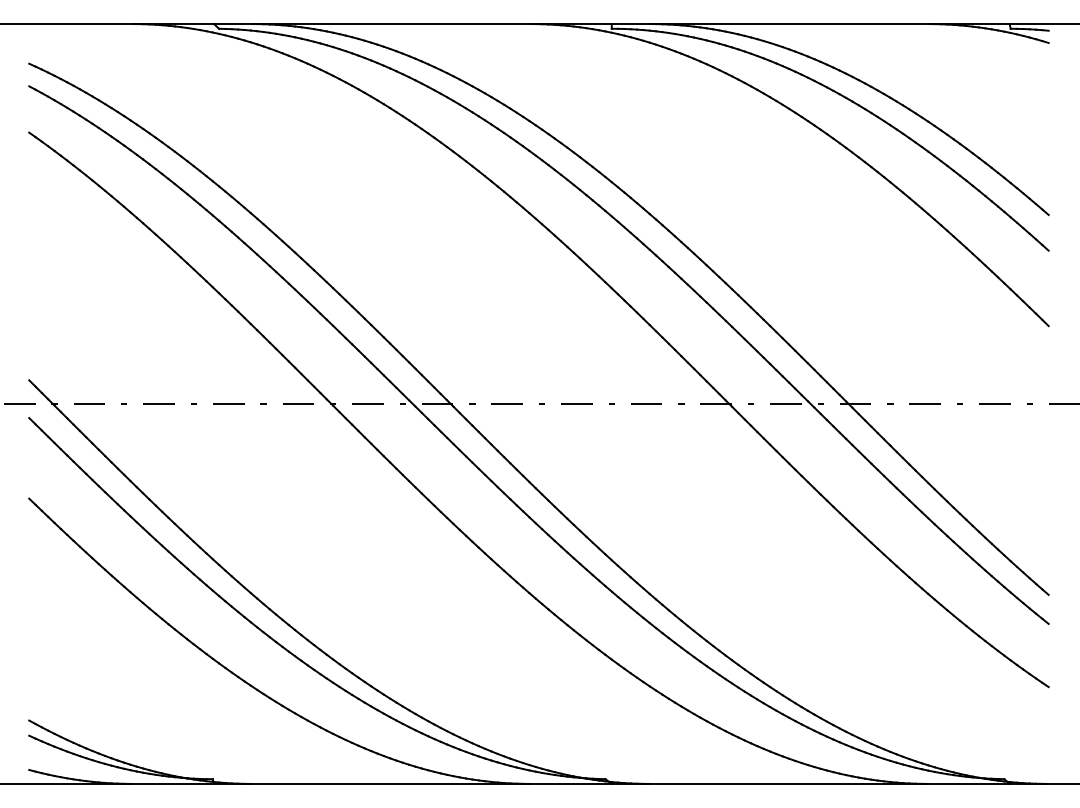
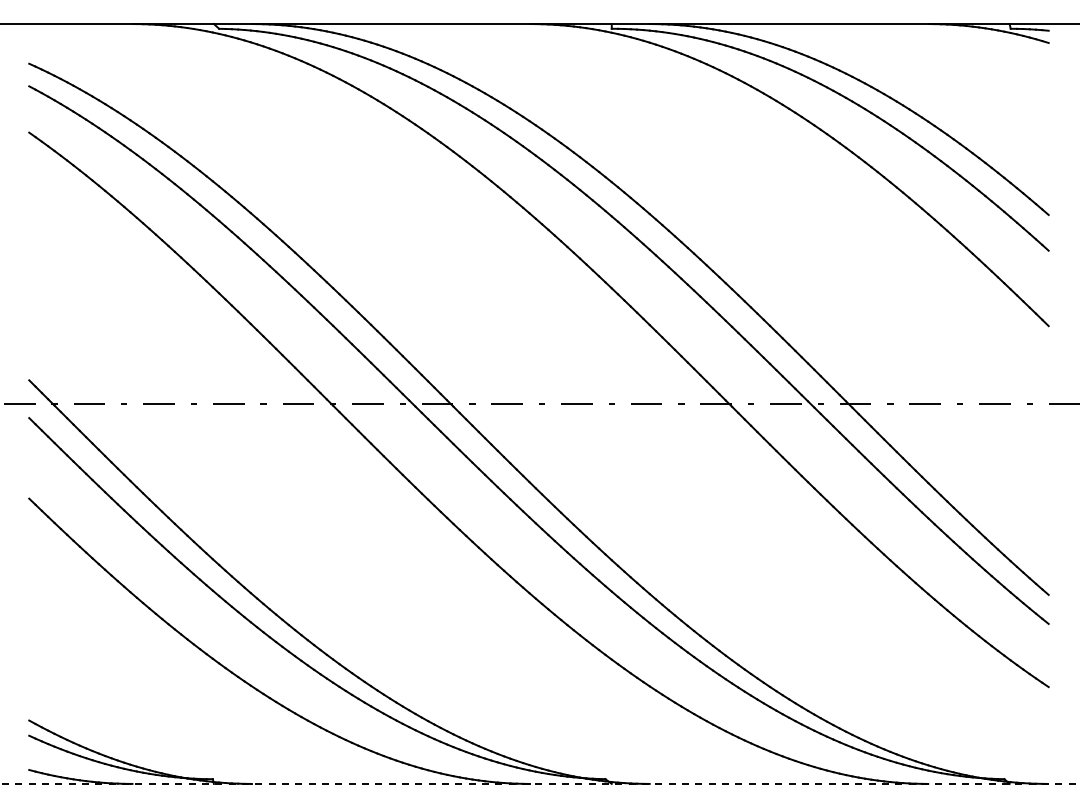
line at (540, 783): solid -> dashed
